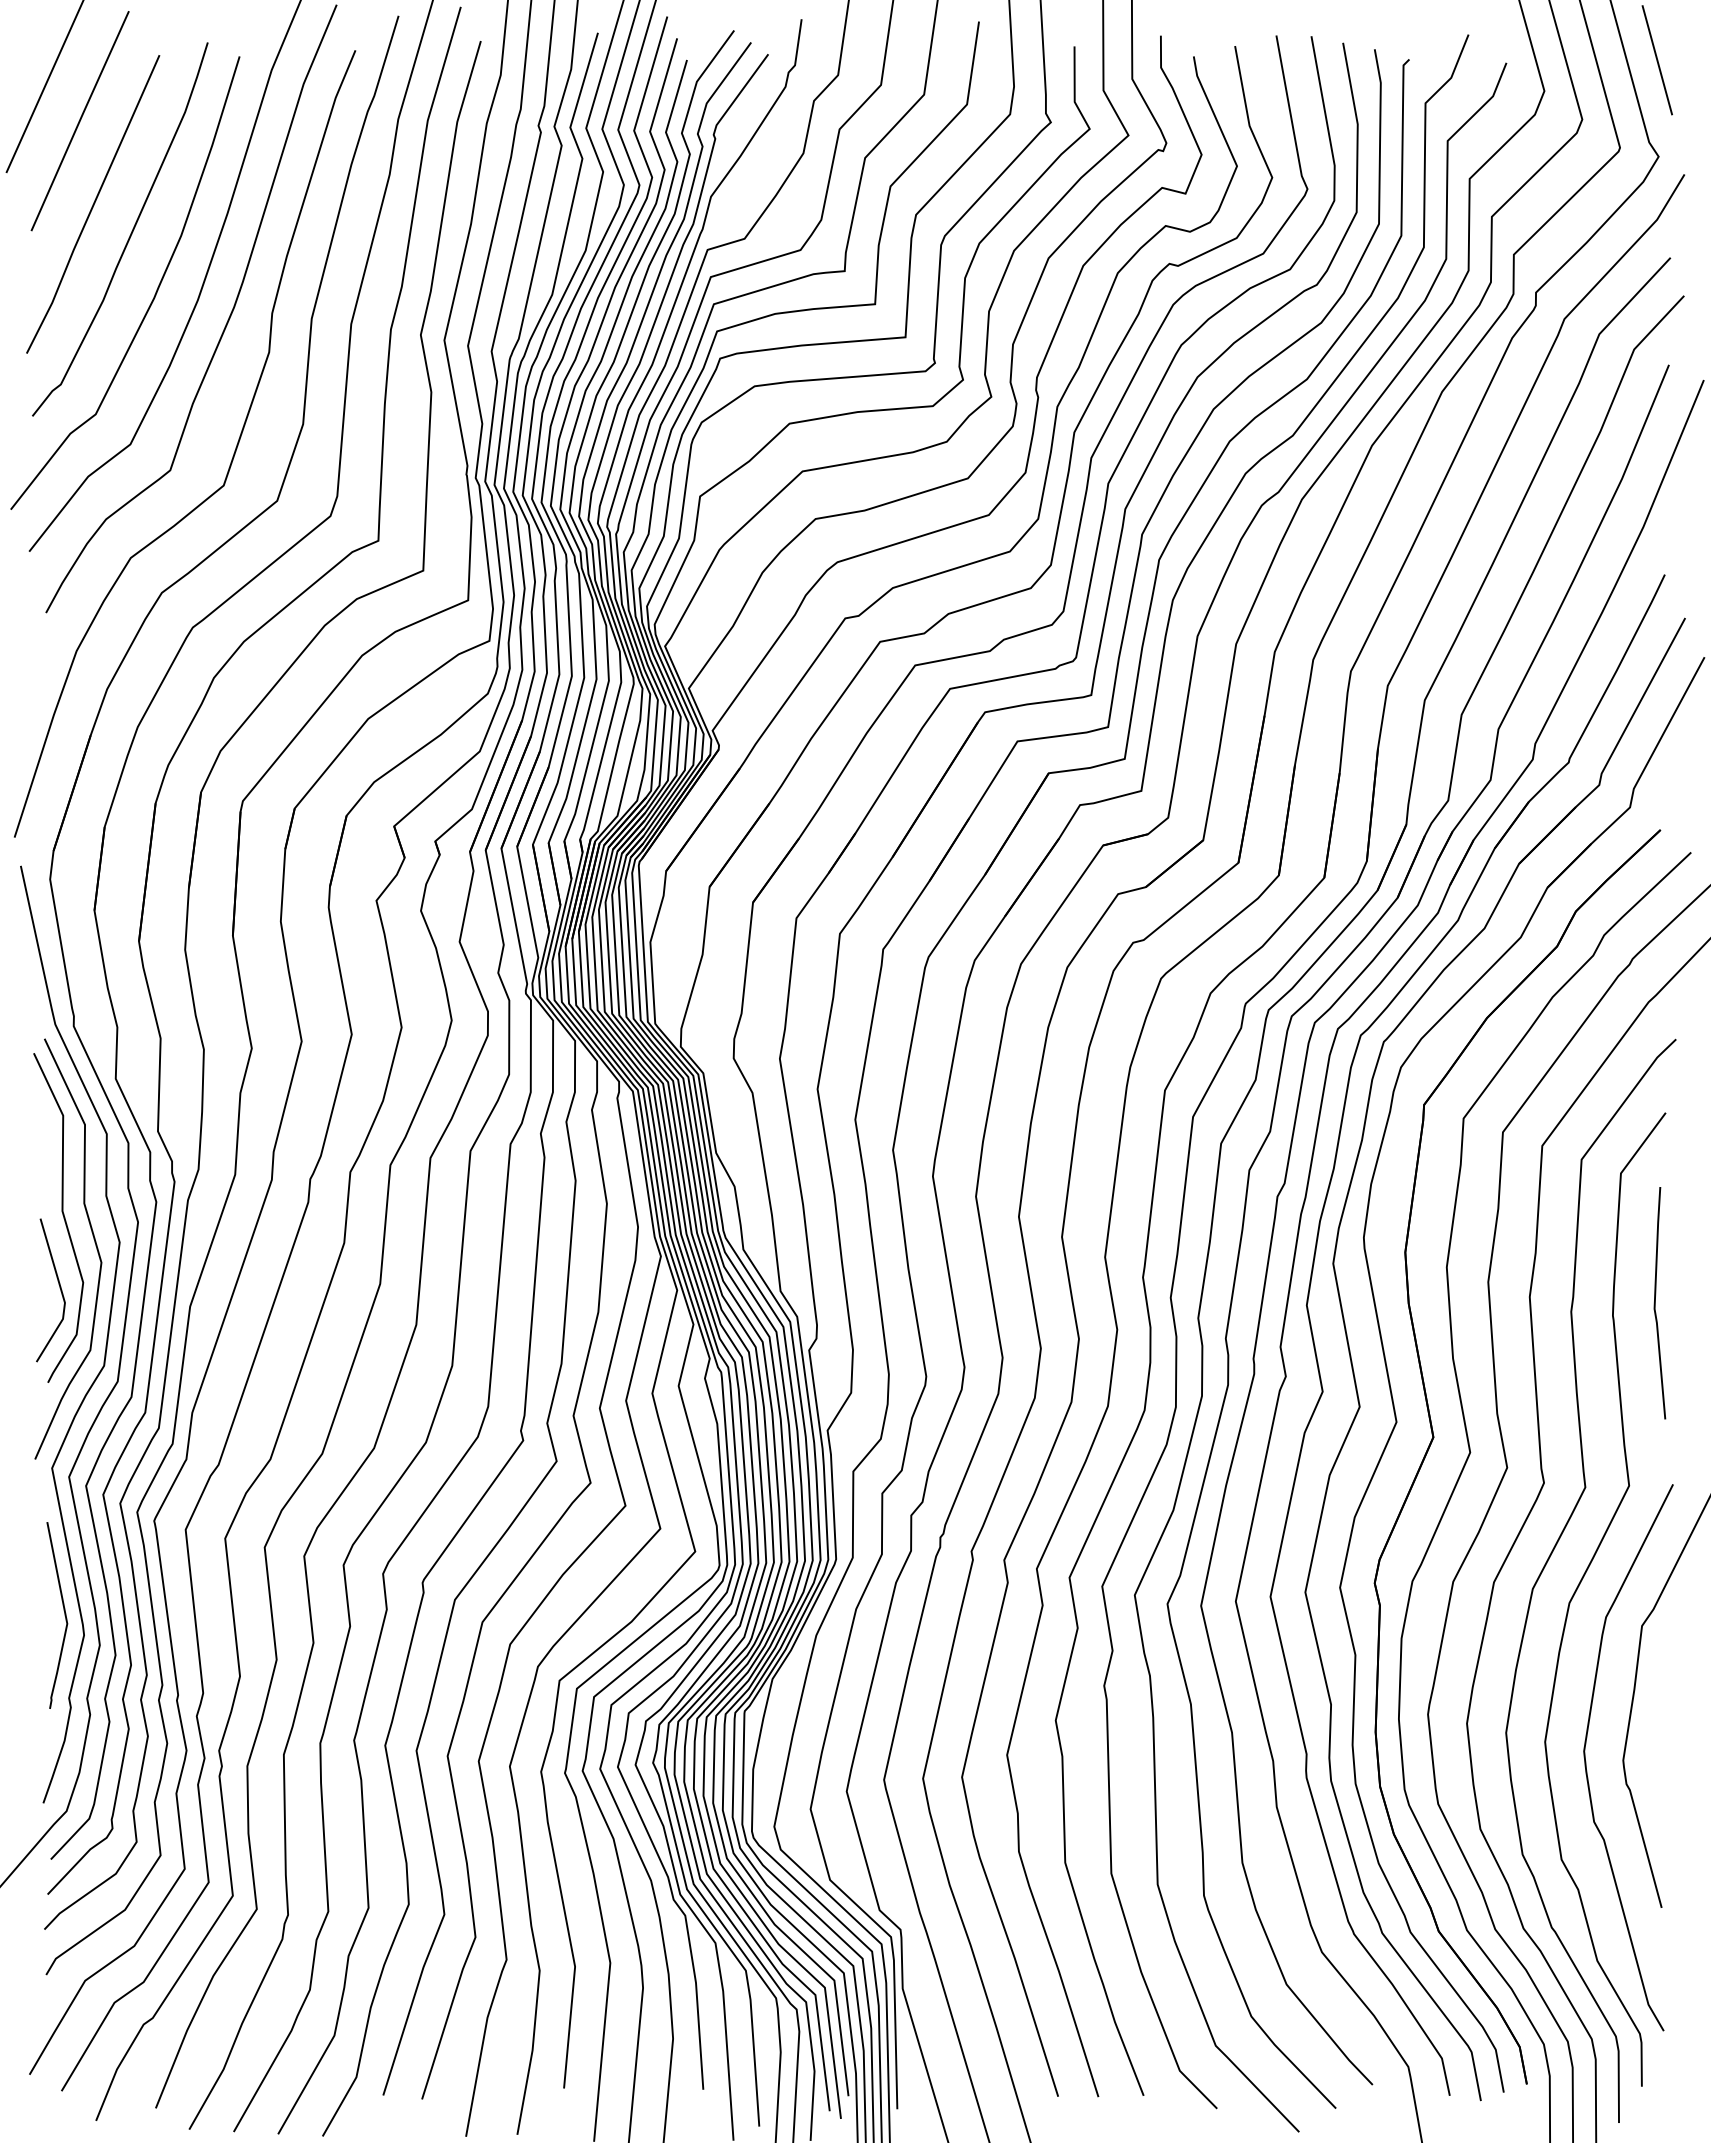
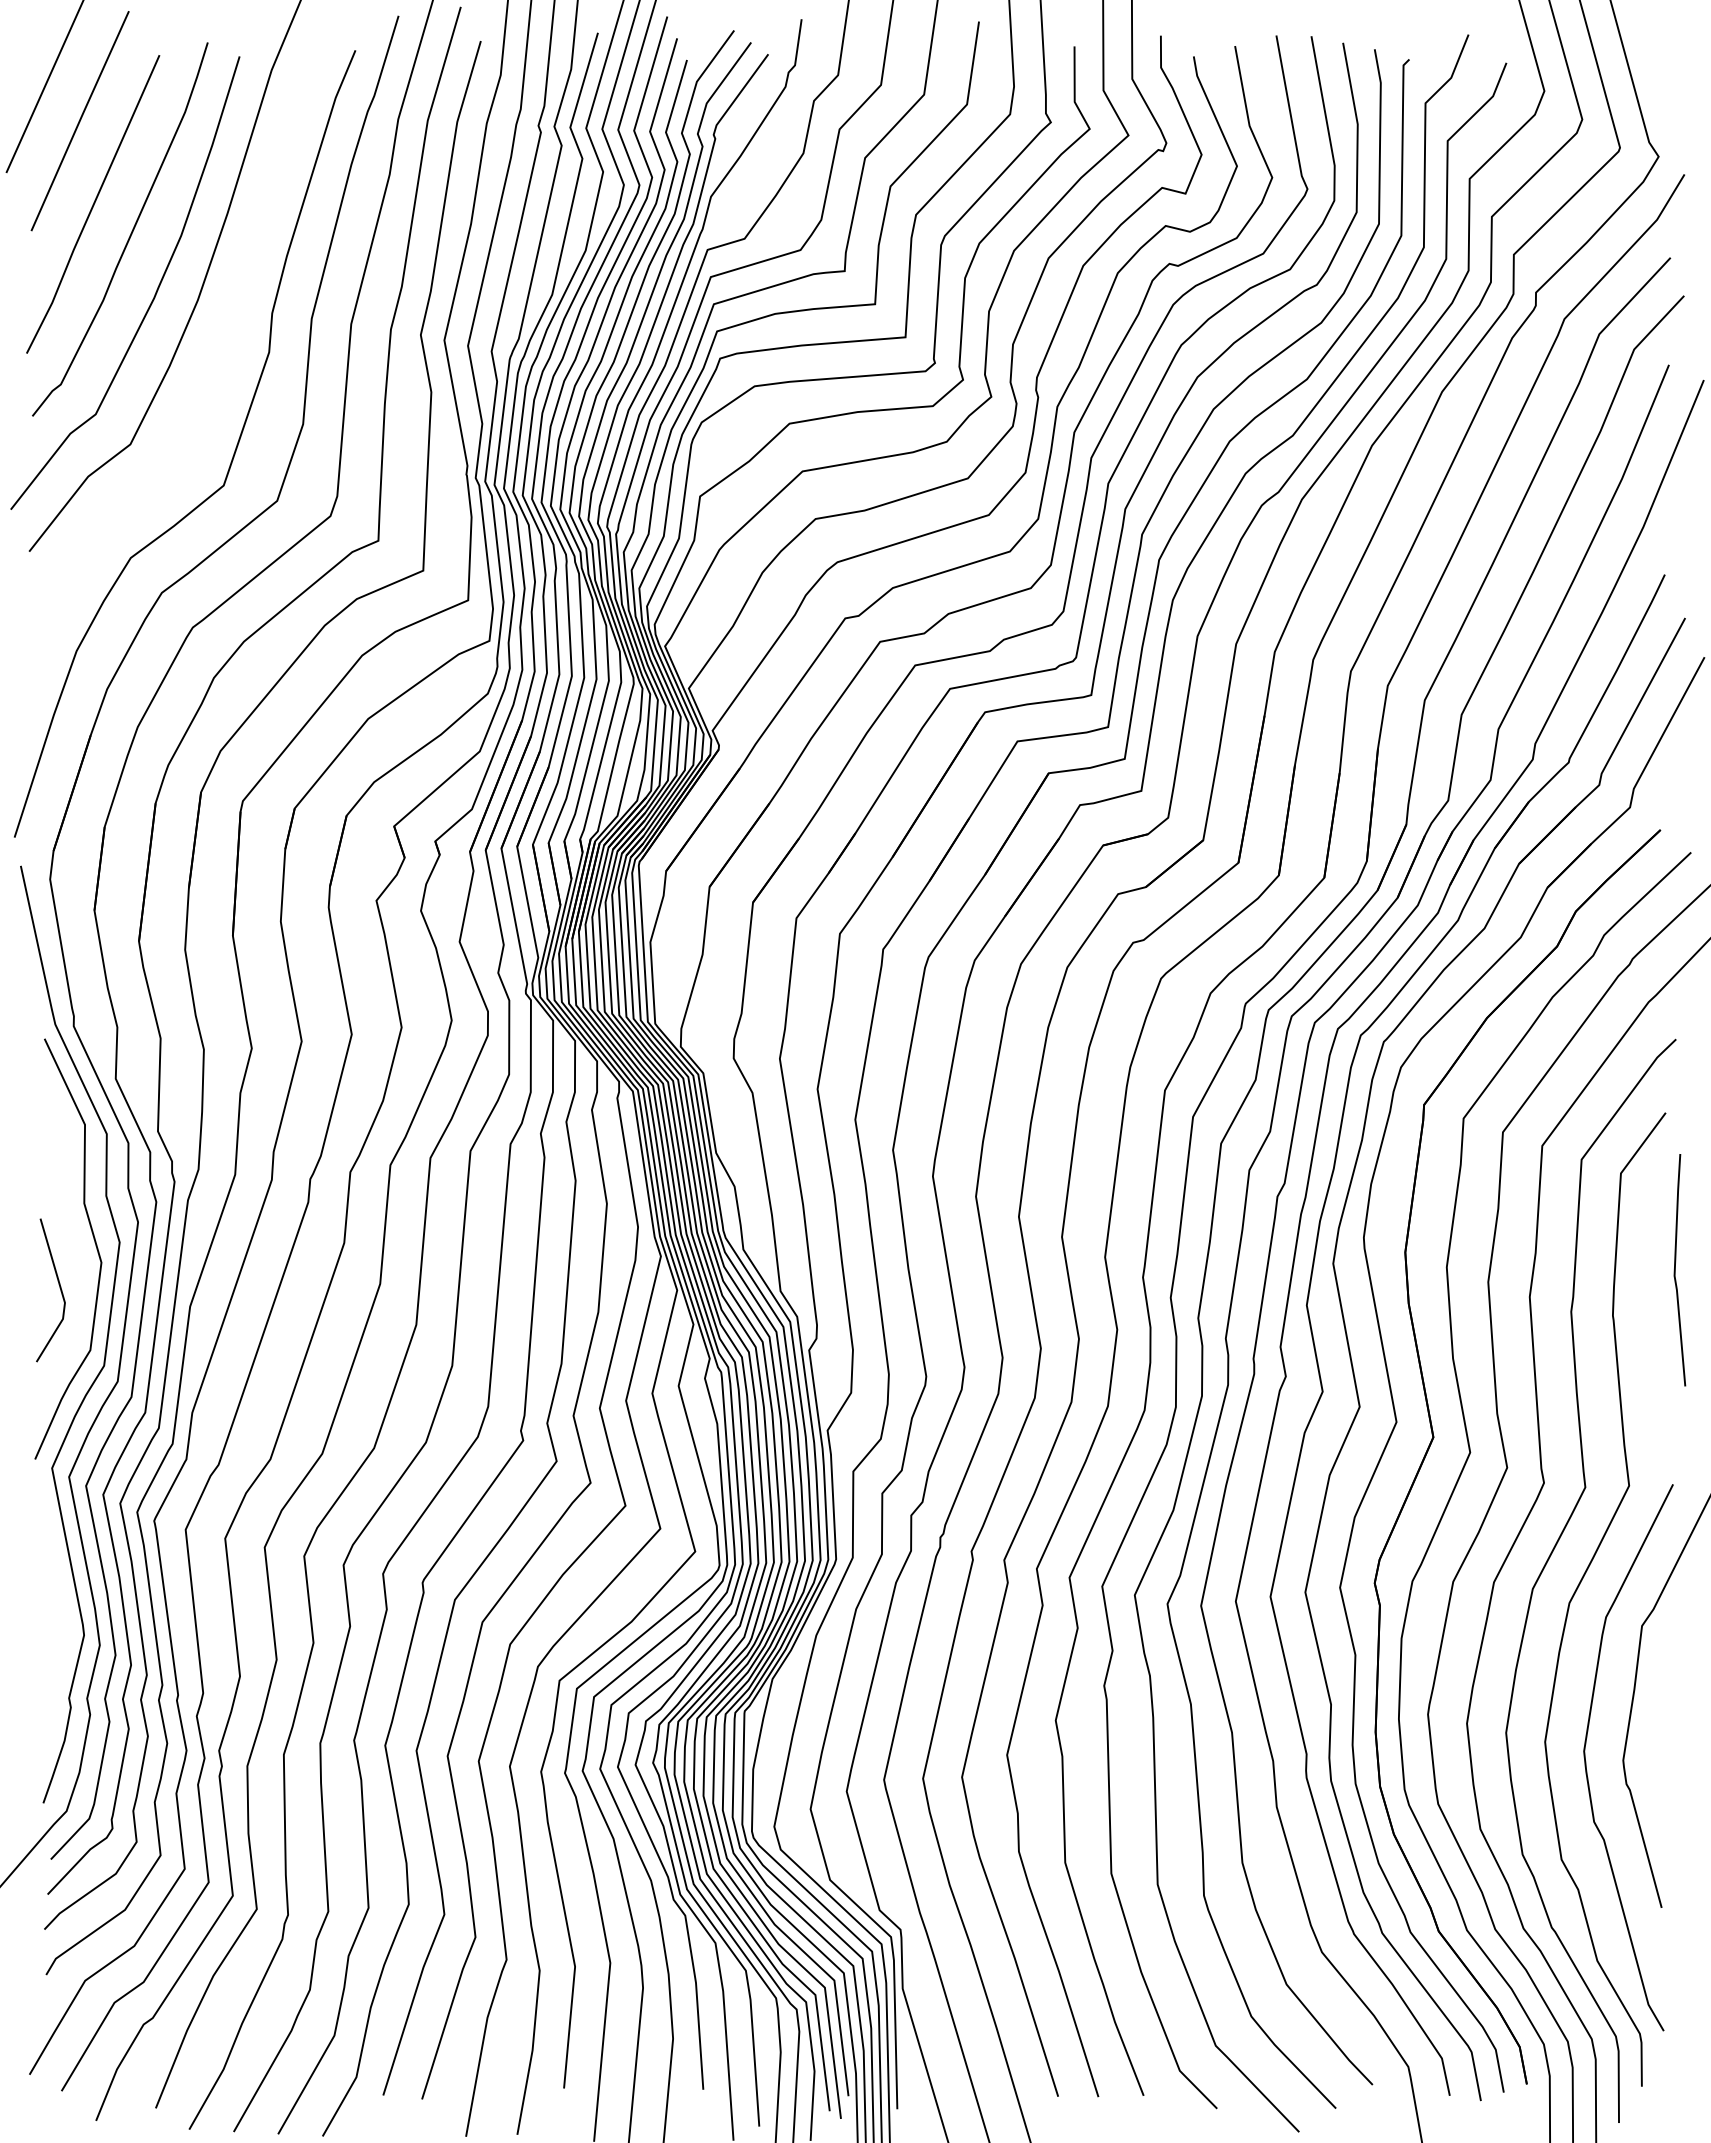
line at (1656, 60): present -> none
curve at (225, 324): present -> none
curve at (62, 1215): present -> none
line at (1655, 1303) position: (1655, 1303) -> (1675, 1270)
curve at (64, 1615): present -> none
